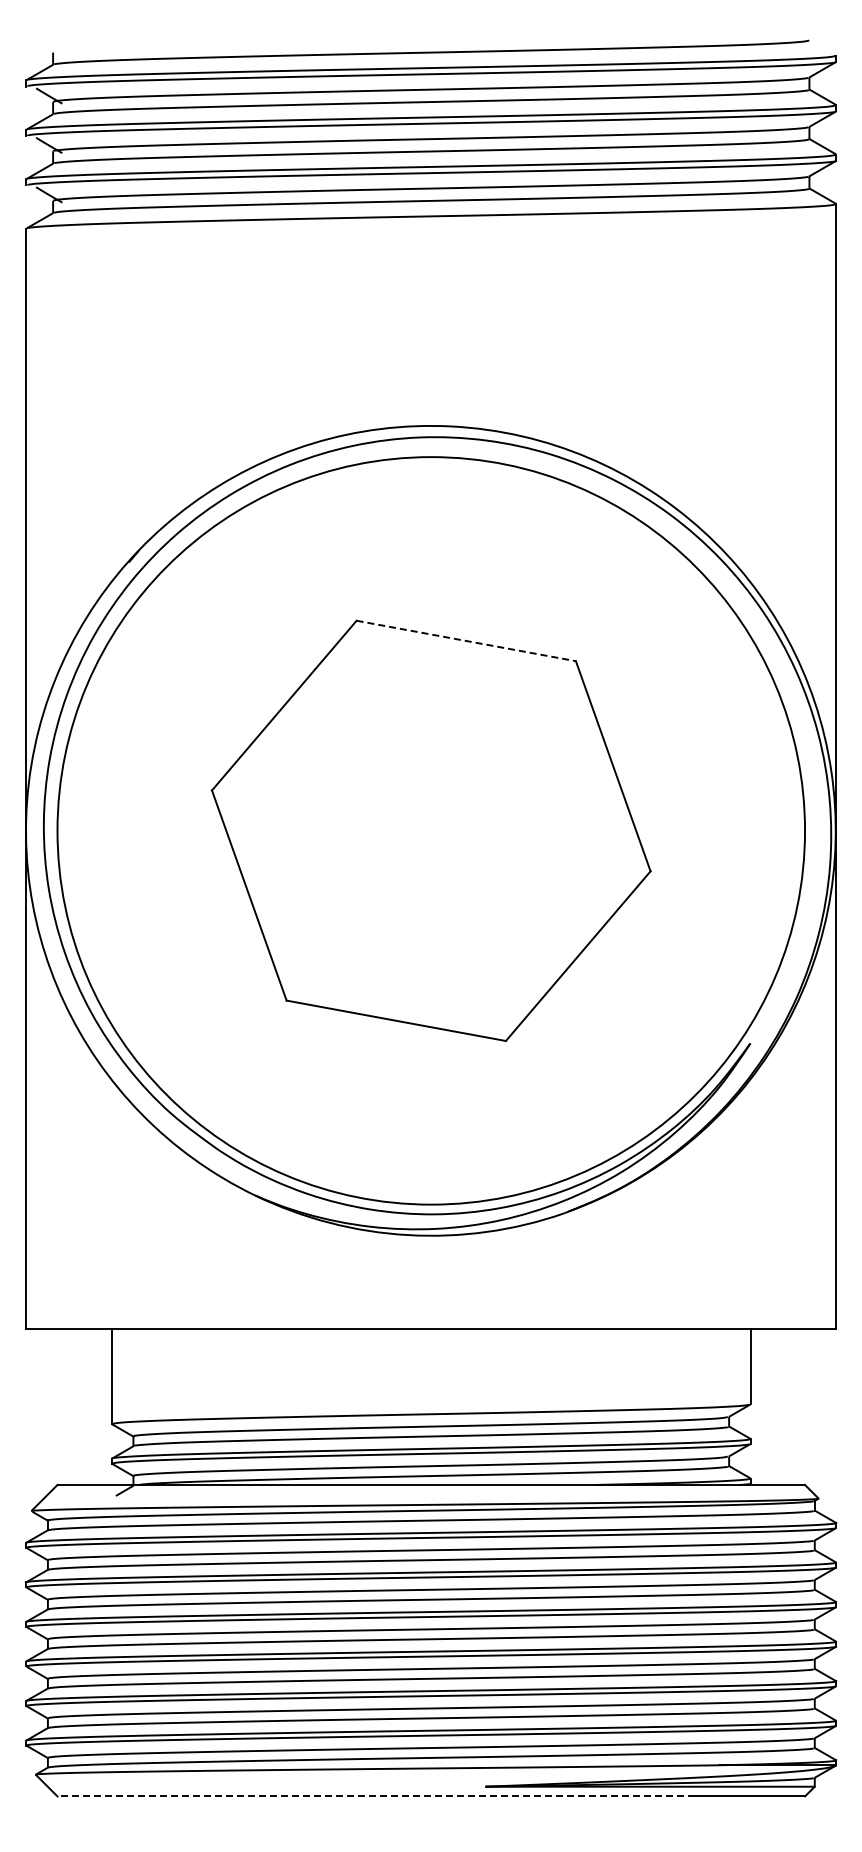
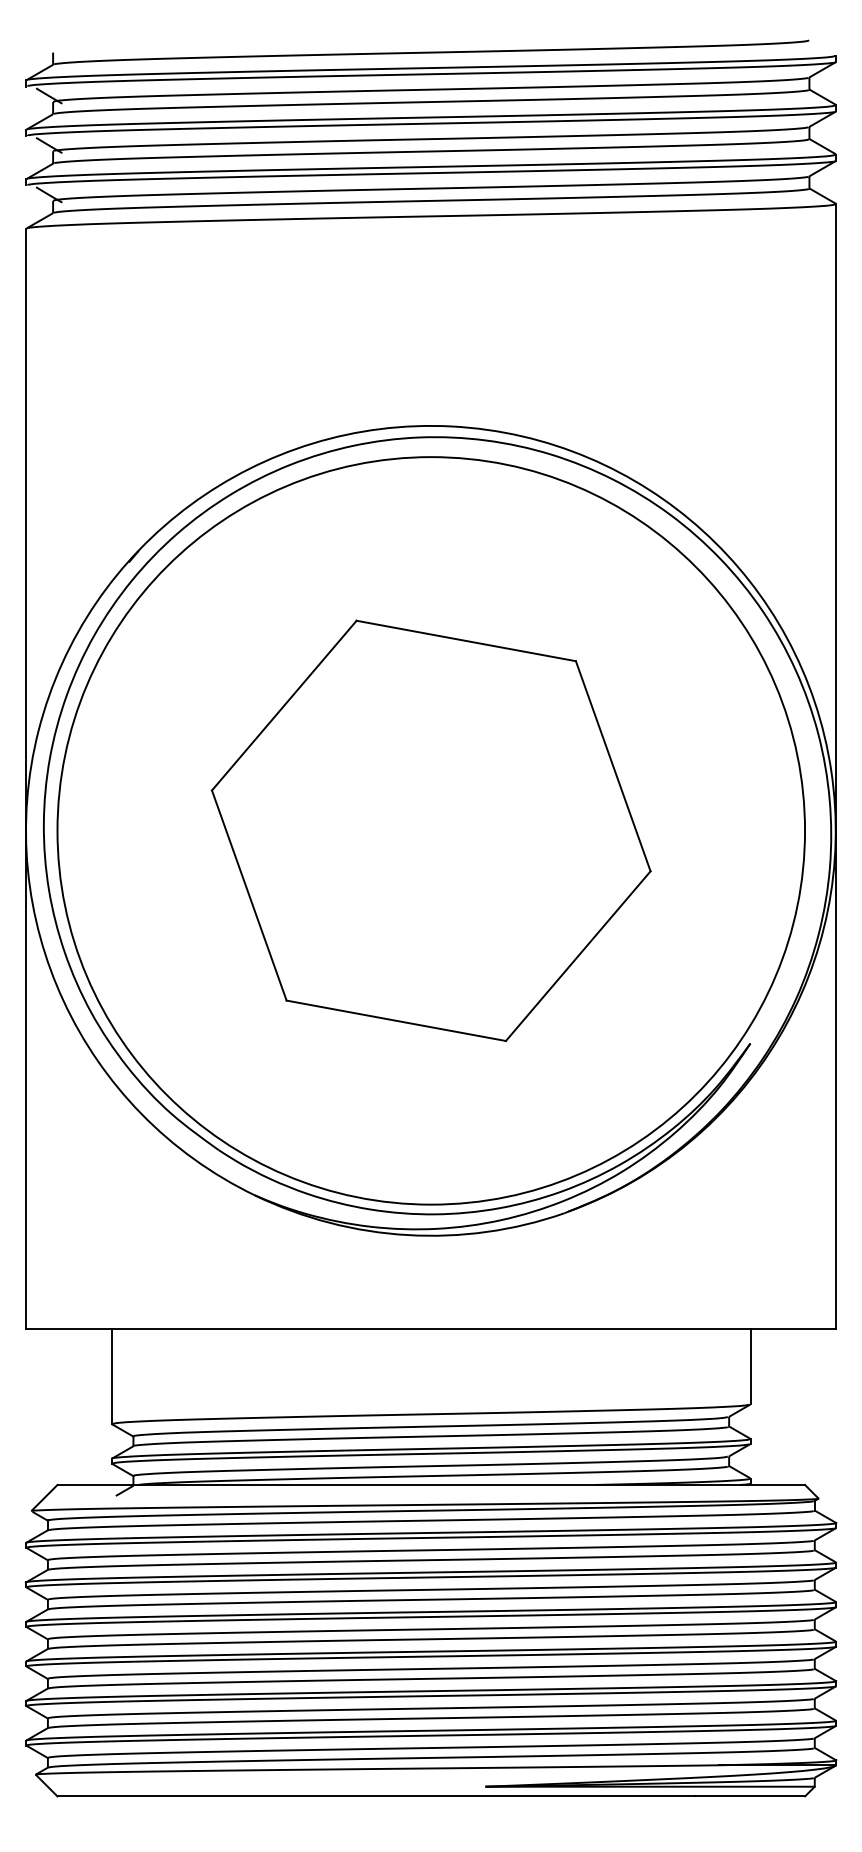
line at (466, 640): dashed -> solid
line at (376, 1796): dashed -> solid
